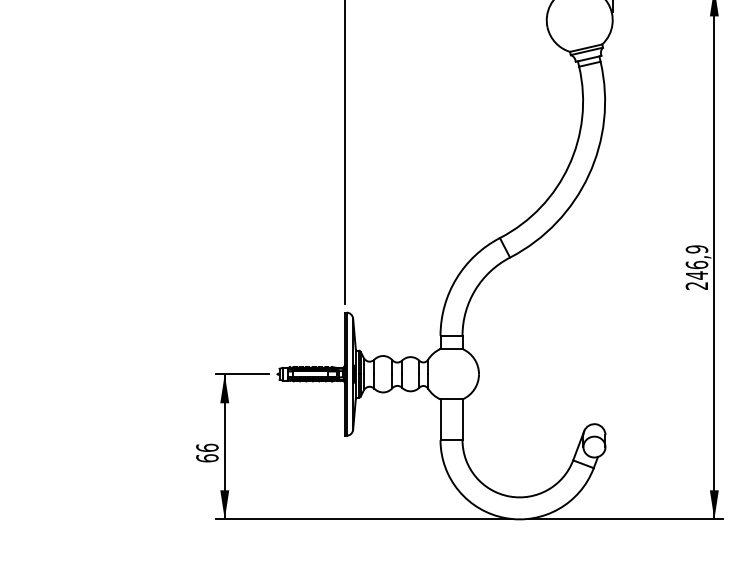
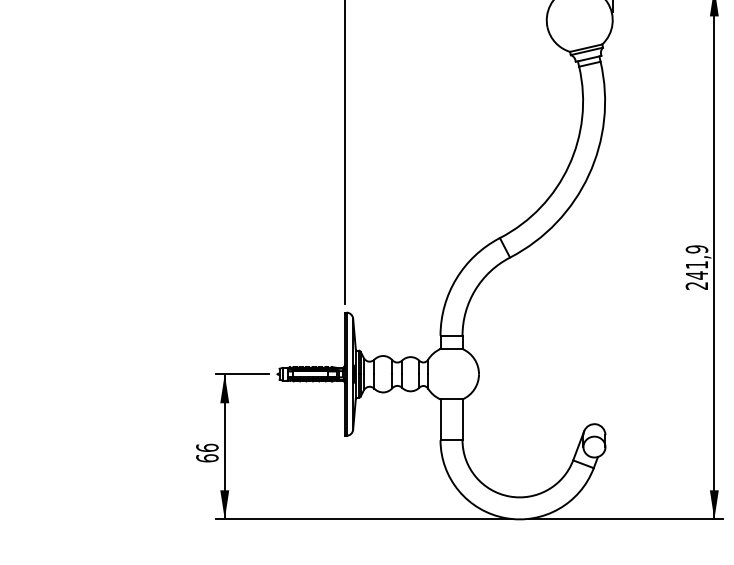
text at (696, 264): 246,9 -> 241,9
